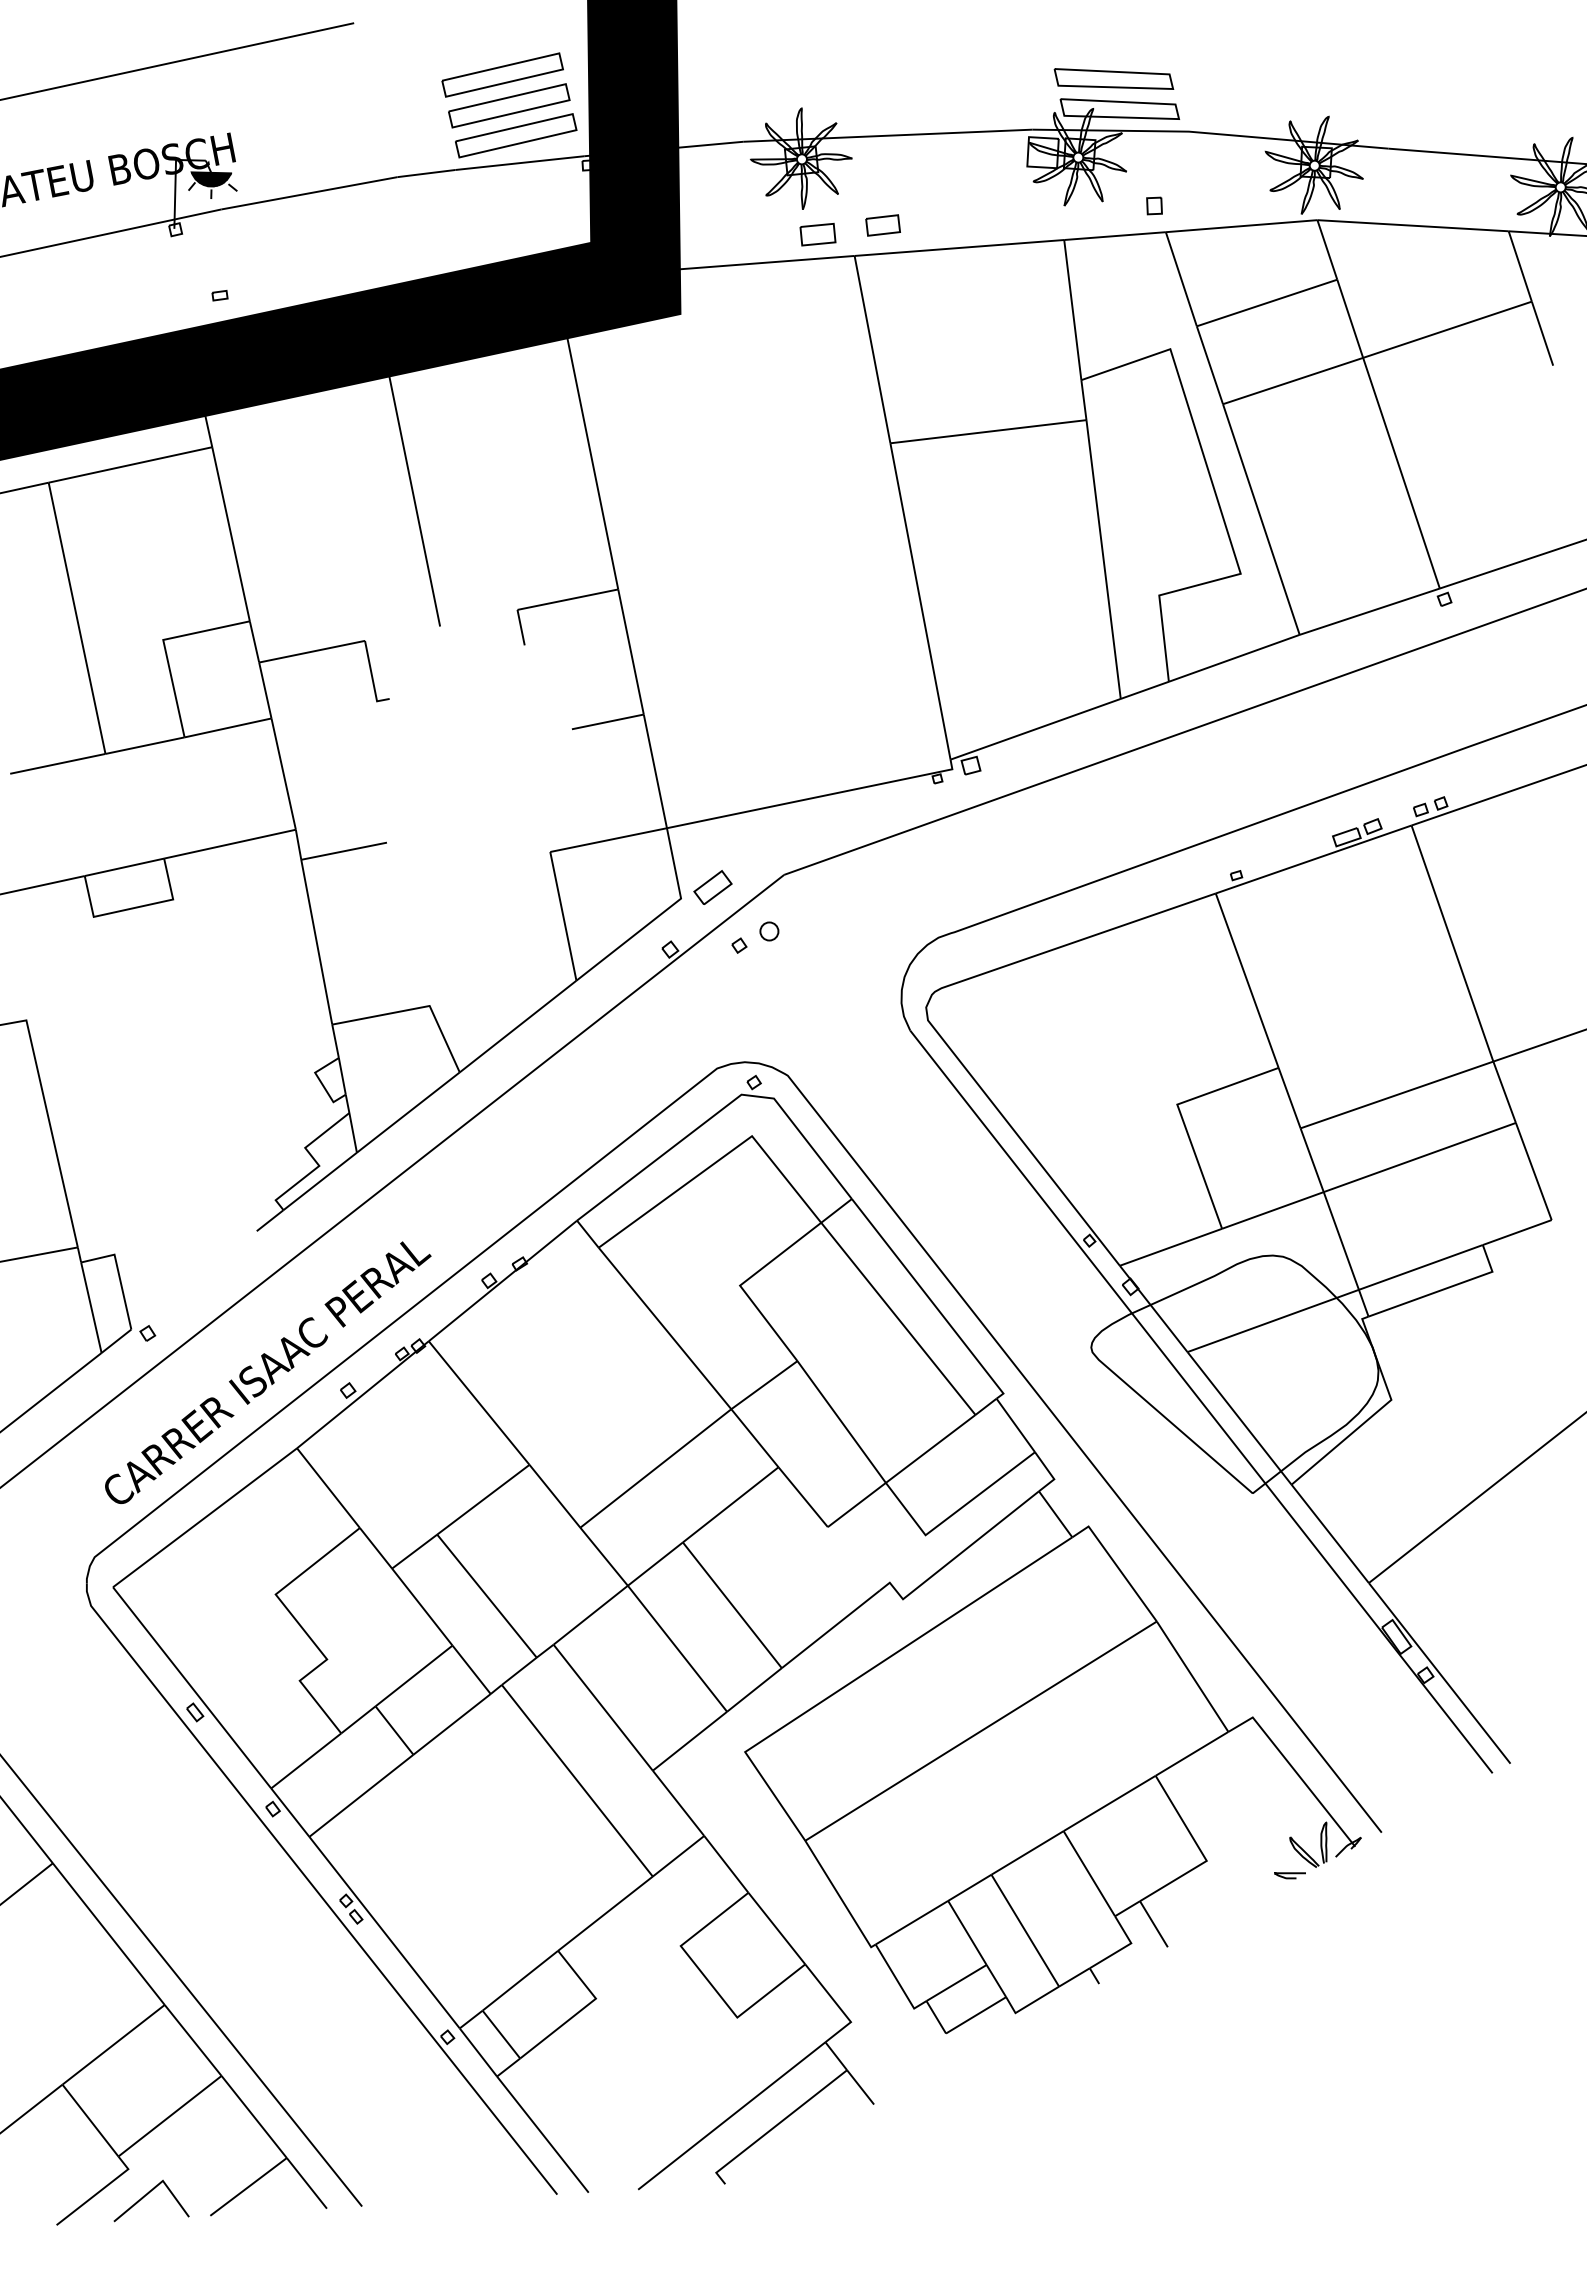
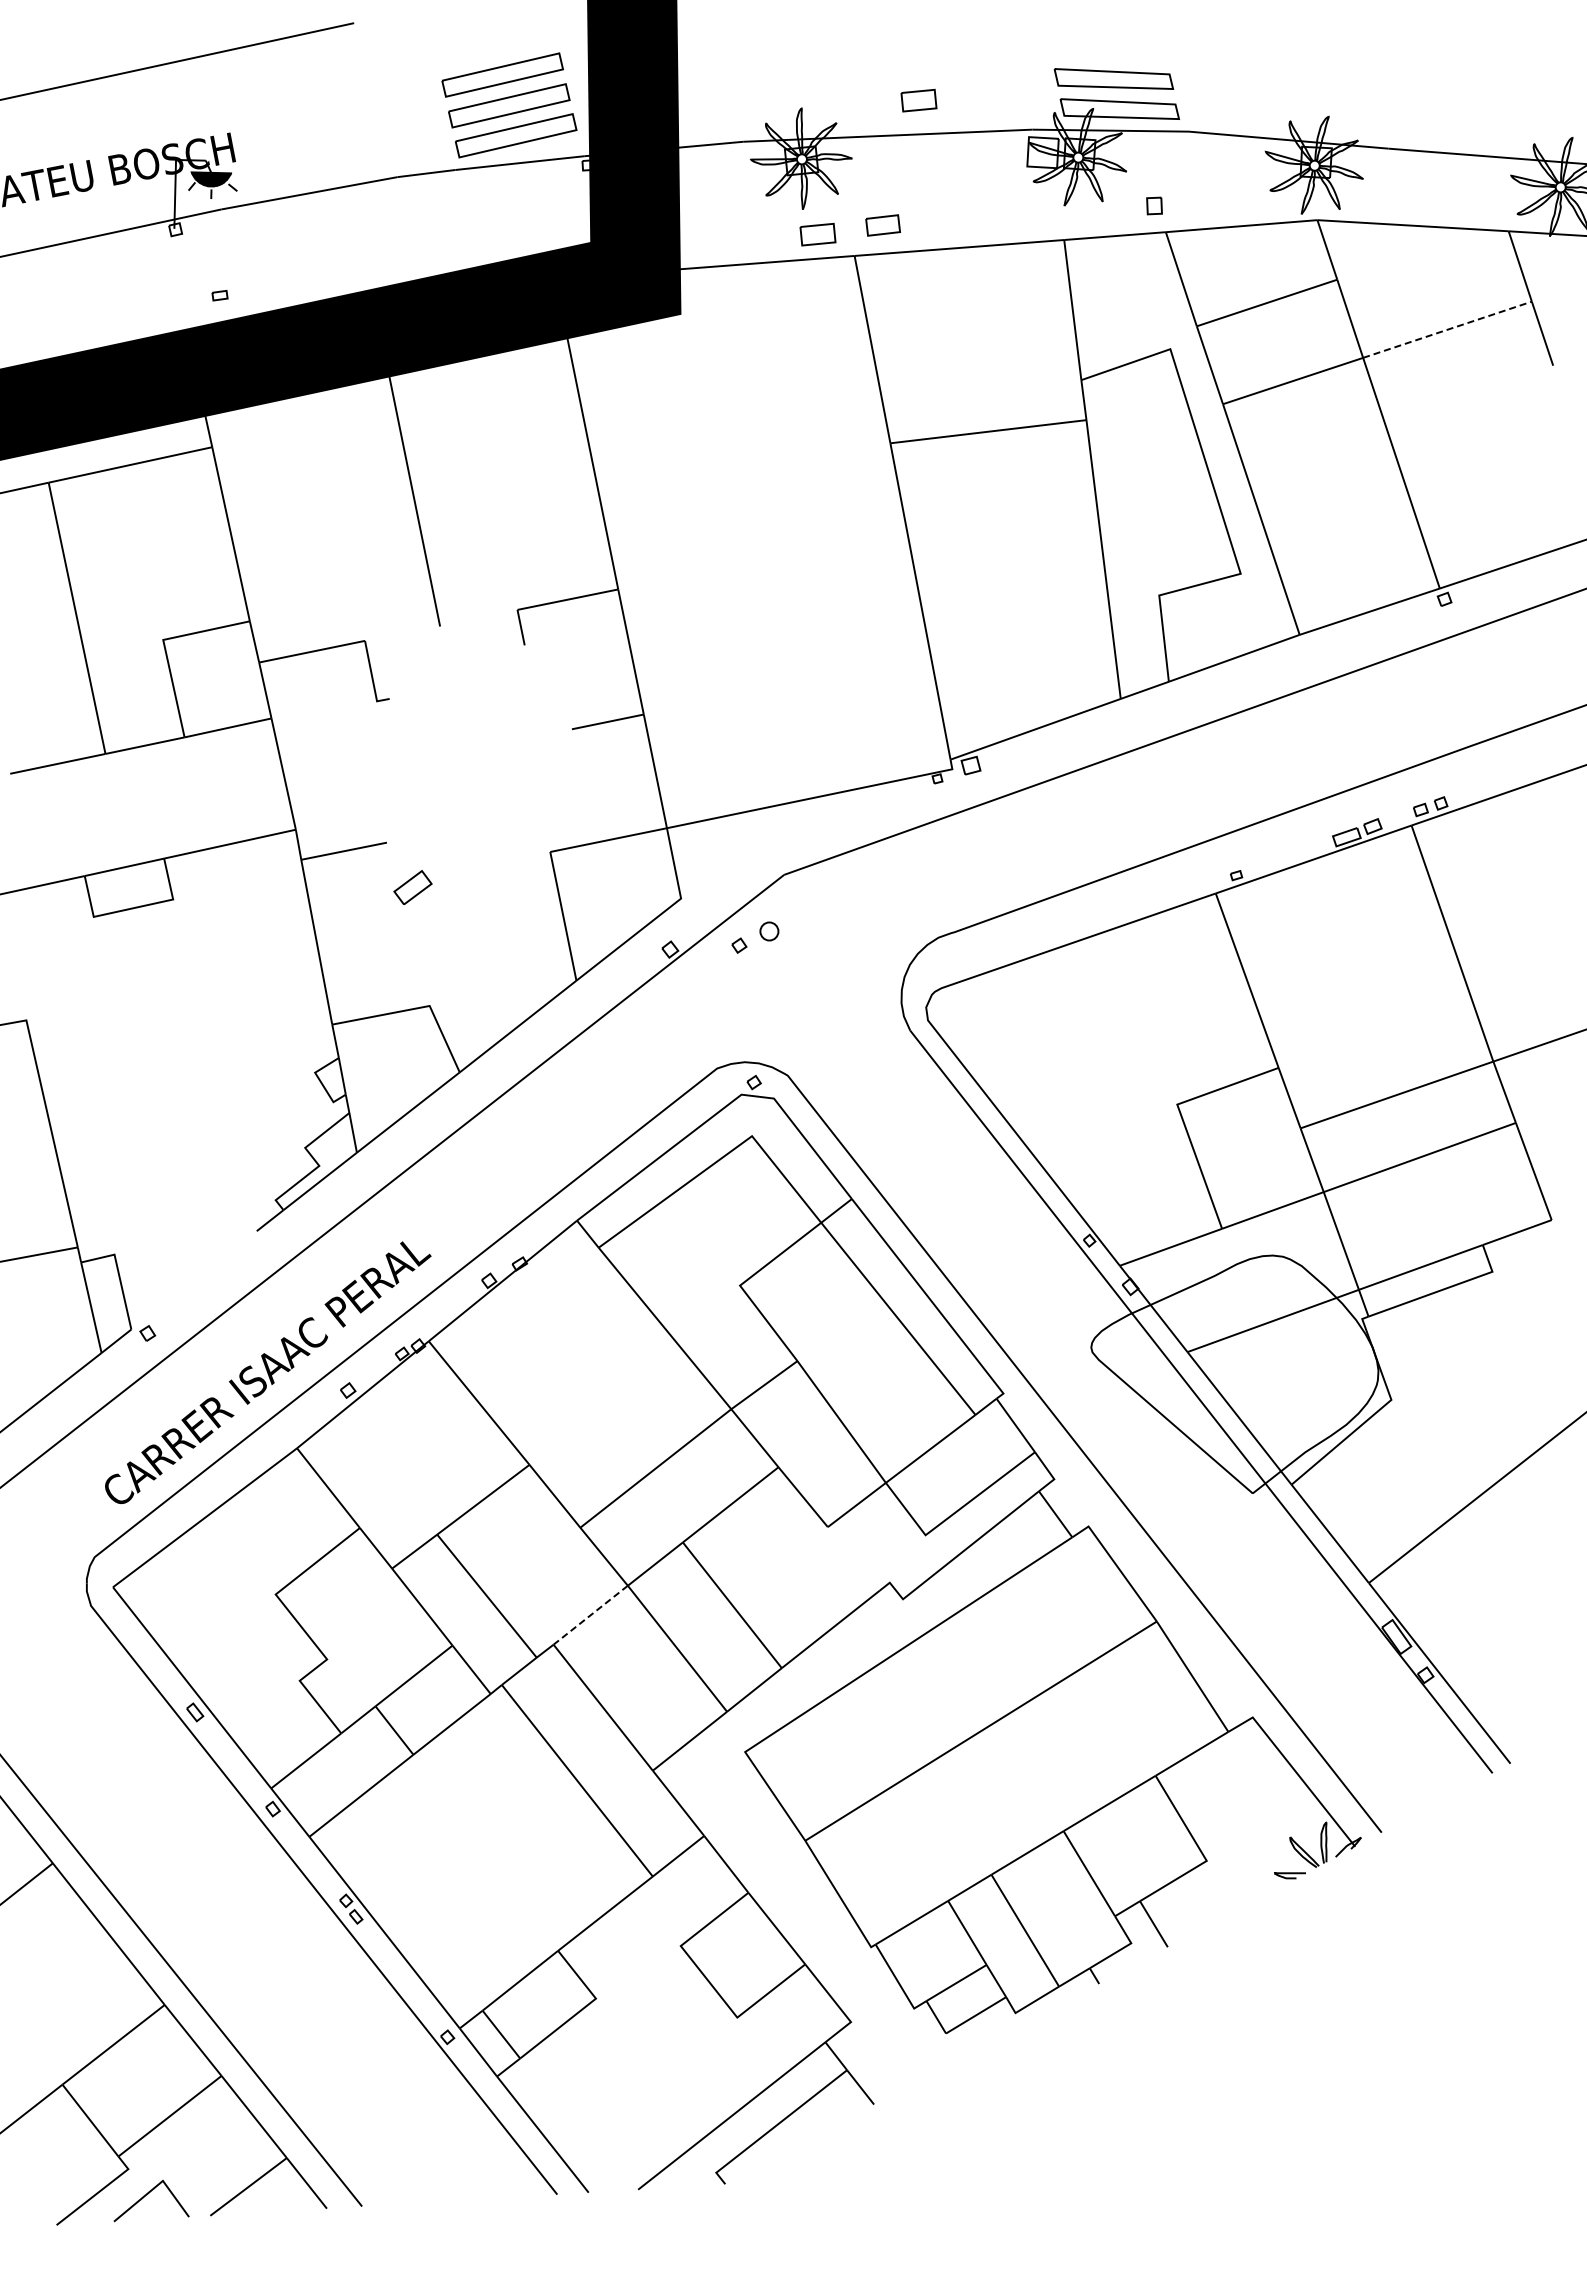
part at (918, 100): none -> present
line at (1447, 329): solid -> dashed
part at (712, 887) position: (712, 887) -> (412, 887)
line at (590, 1615): solid -> dashed
